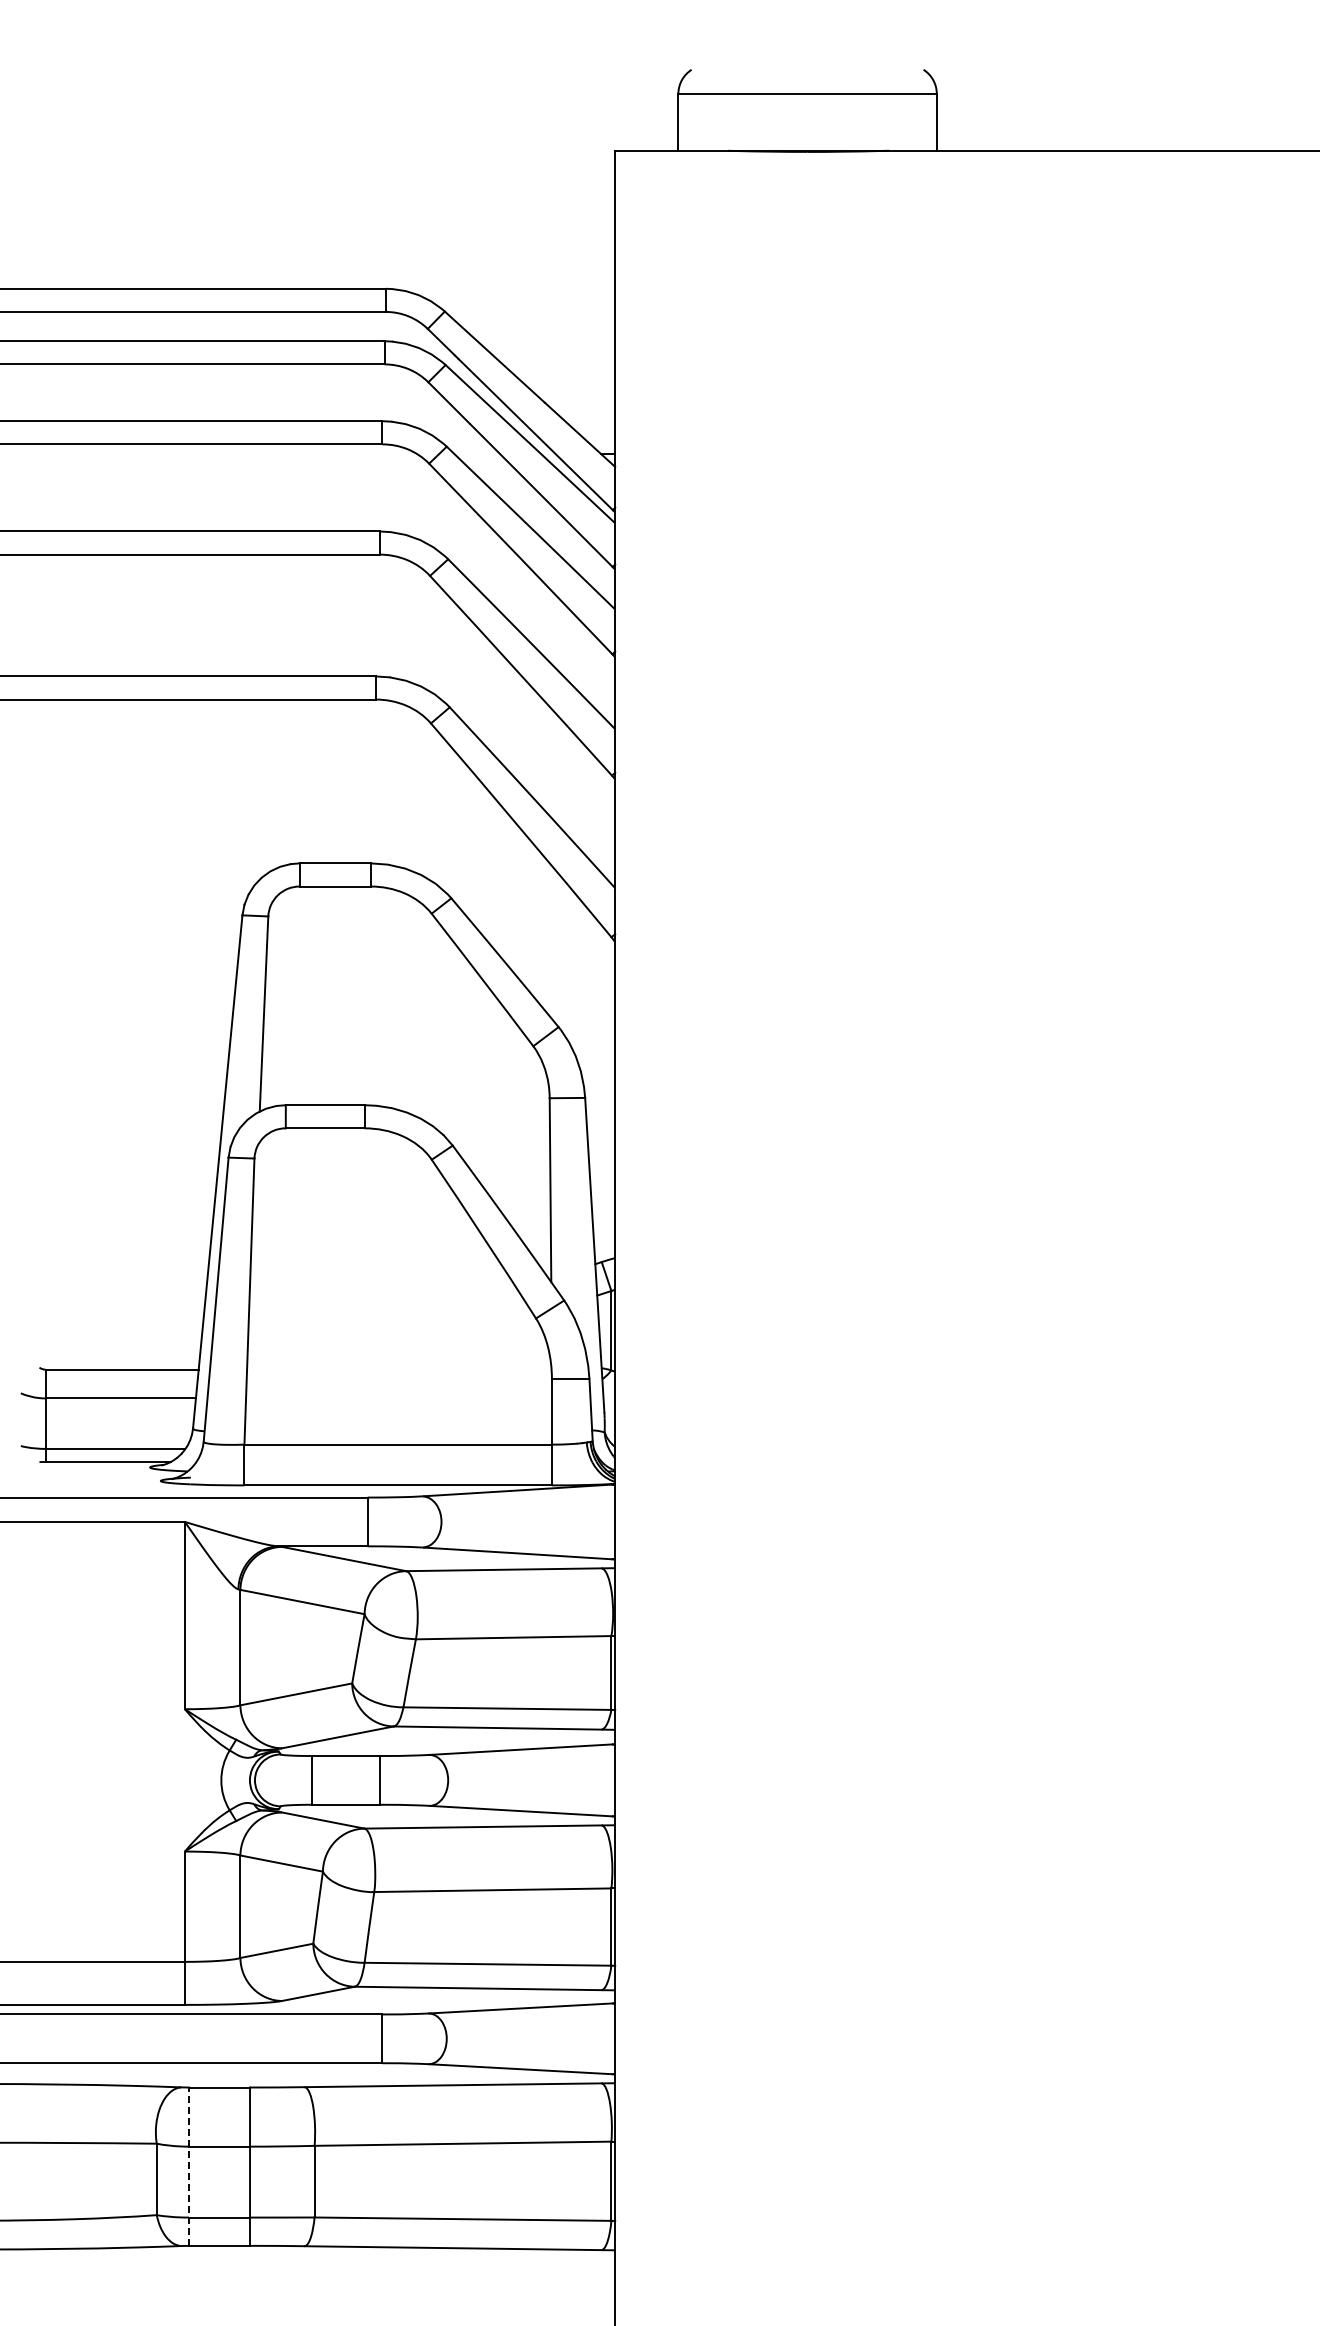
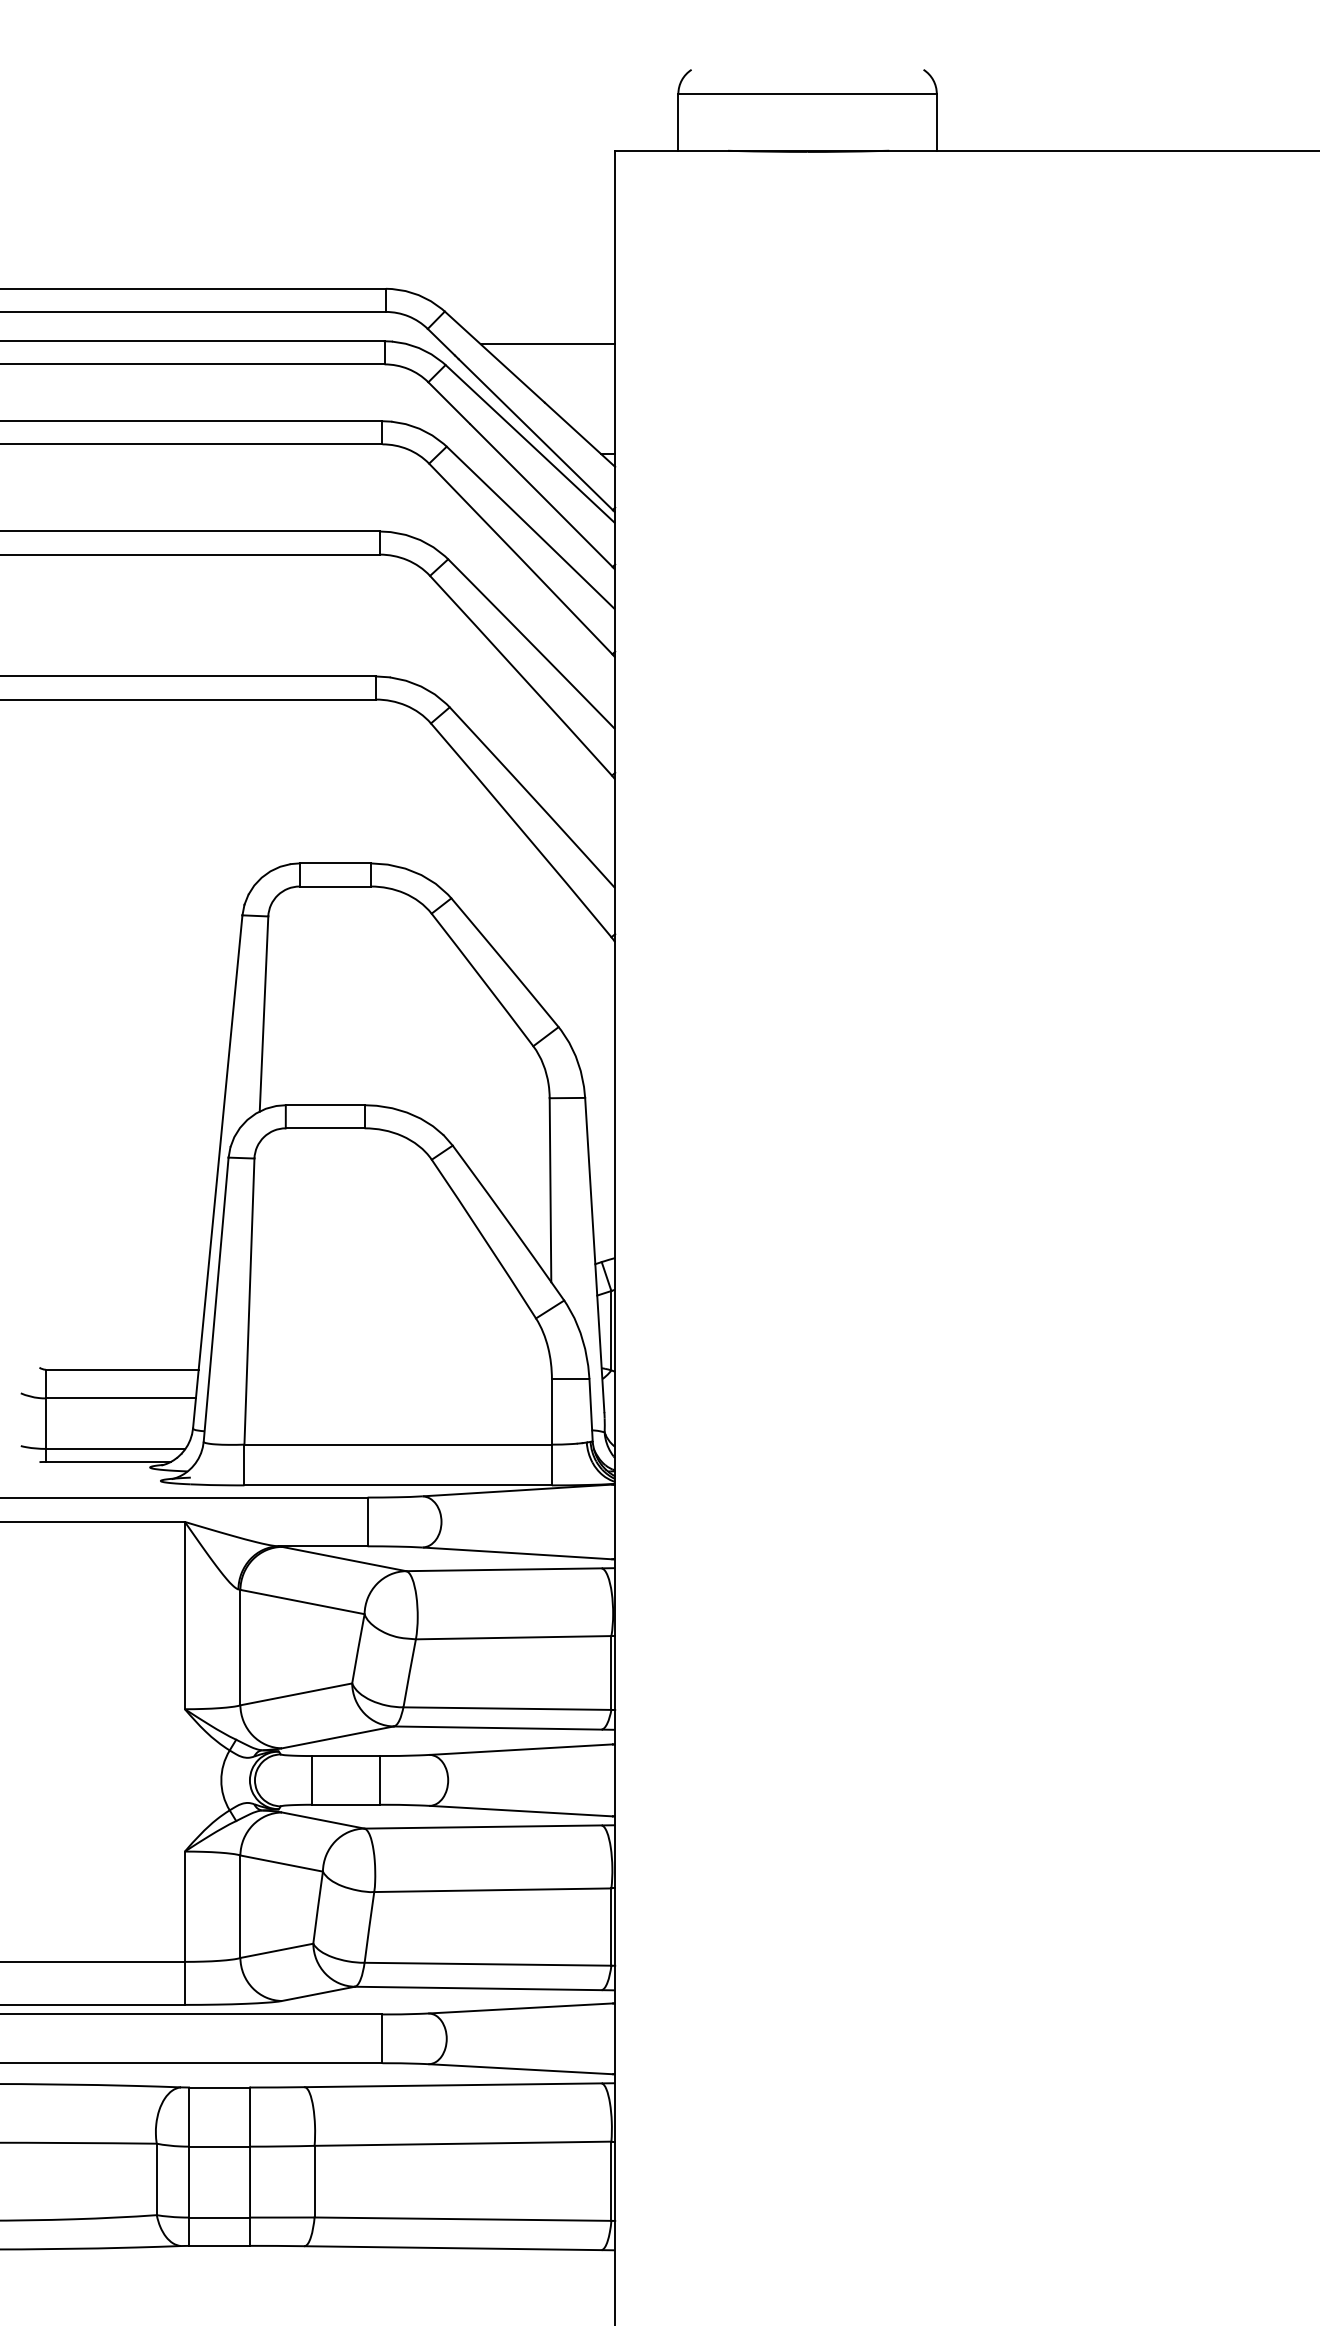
line at (547, 344): none -> present
line at (189, 2166): dashed -> solid
